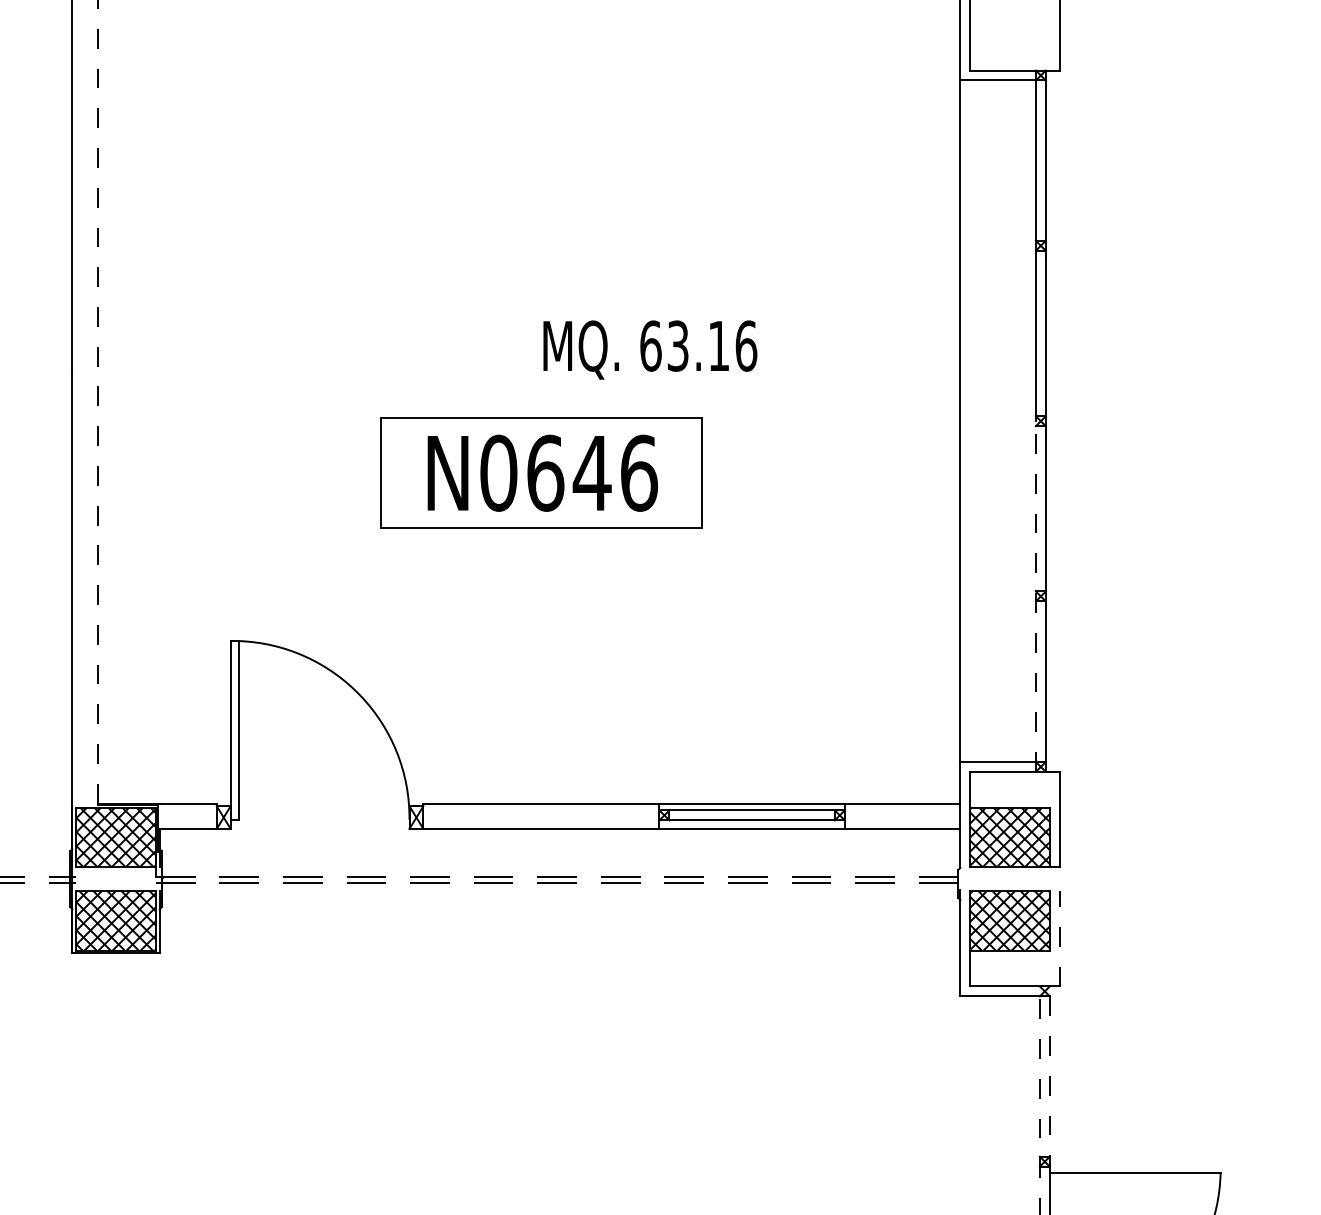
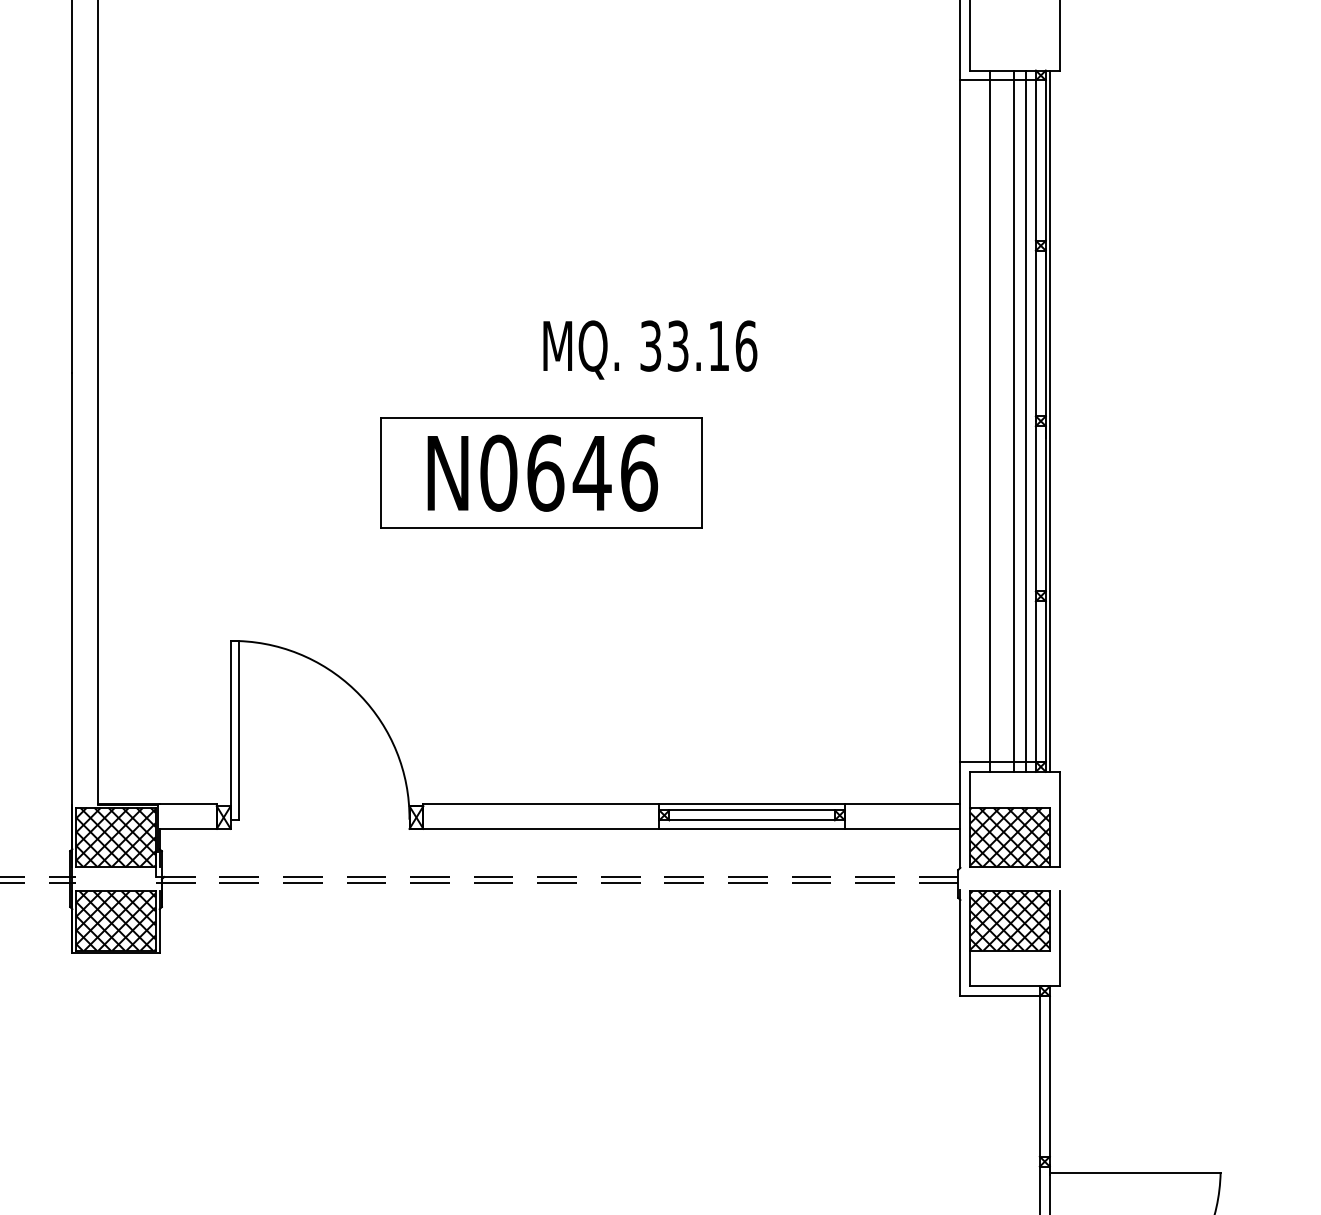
text at (650, 345): 63.16 -> 33.16
line at (97, 402): dashed -> solid
line at (990, 420): none -> present
line at (1014, 420): none -> present
line at (1025, 420): none -> present
line at (1049, 420): none -> present
line at (1035, 596): dashed -> solid
line at (1059, 938): dashed -> solid
line at (1049, 1080): dashed -> solid
line at (1039, 1100): dashed -> solid
